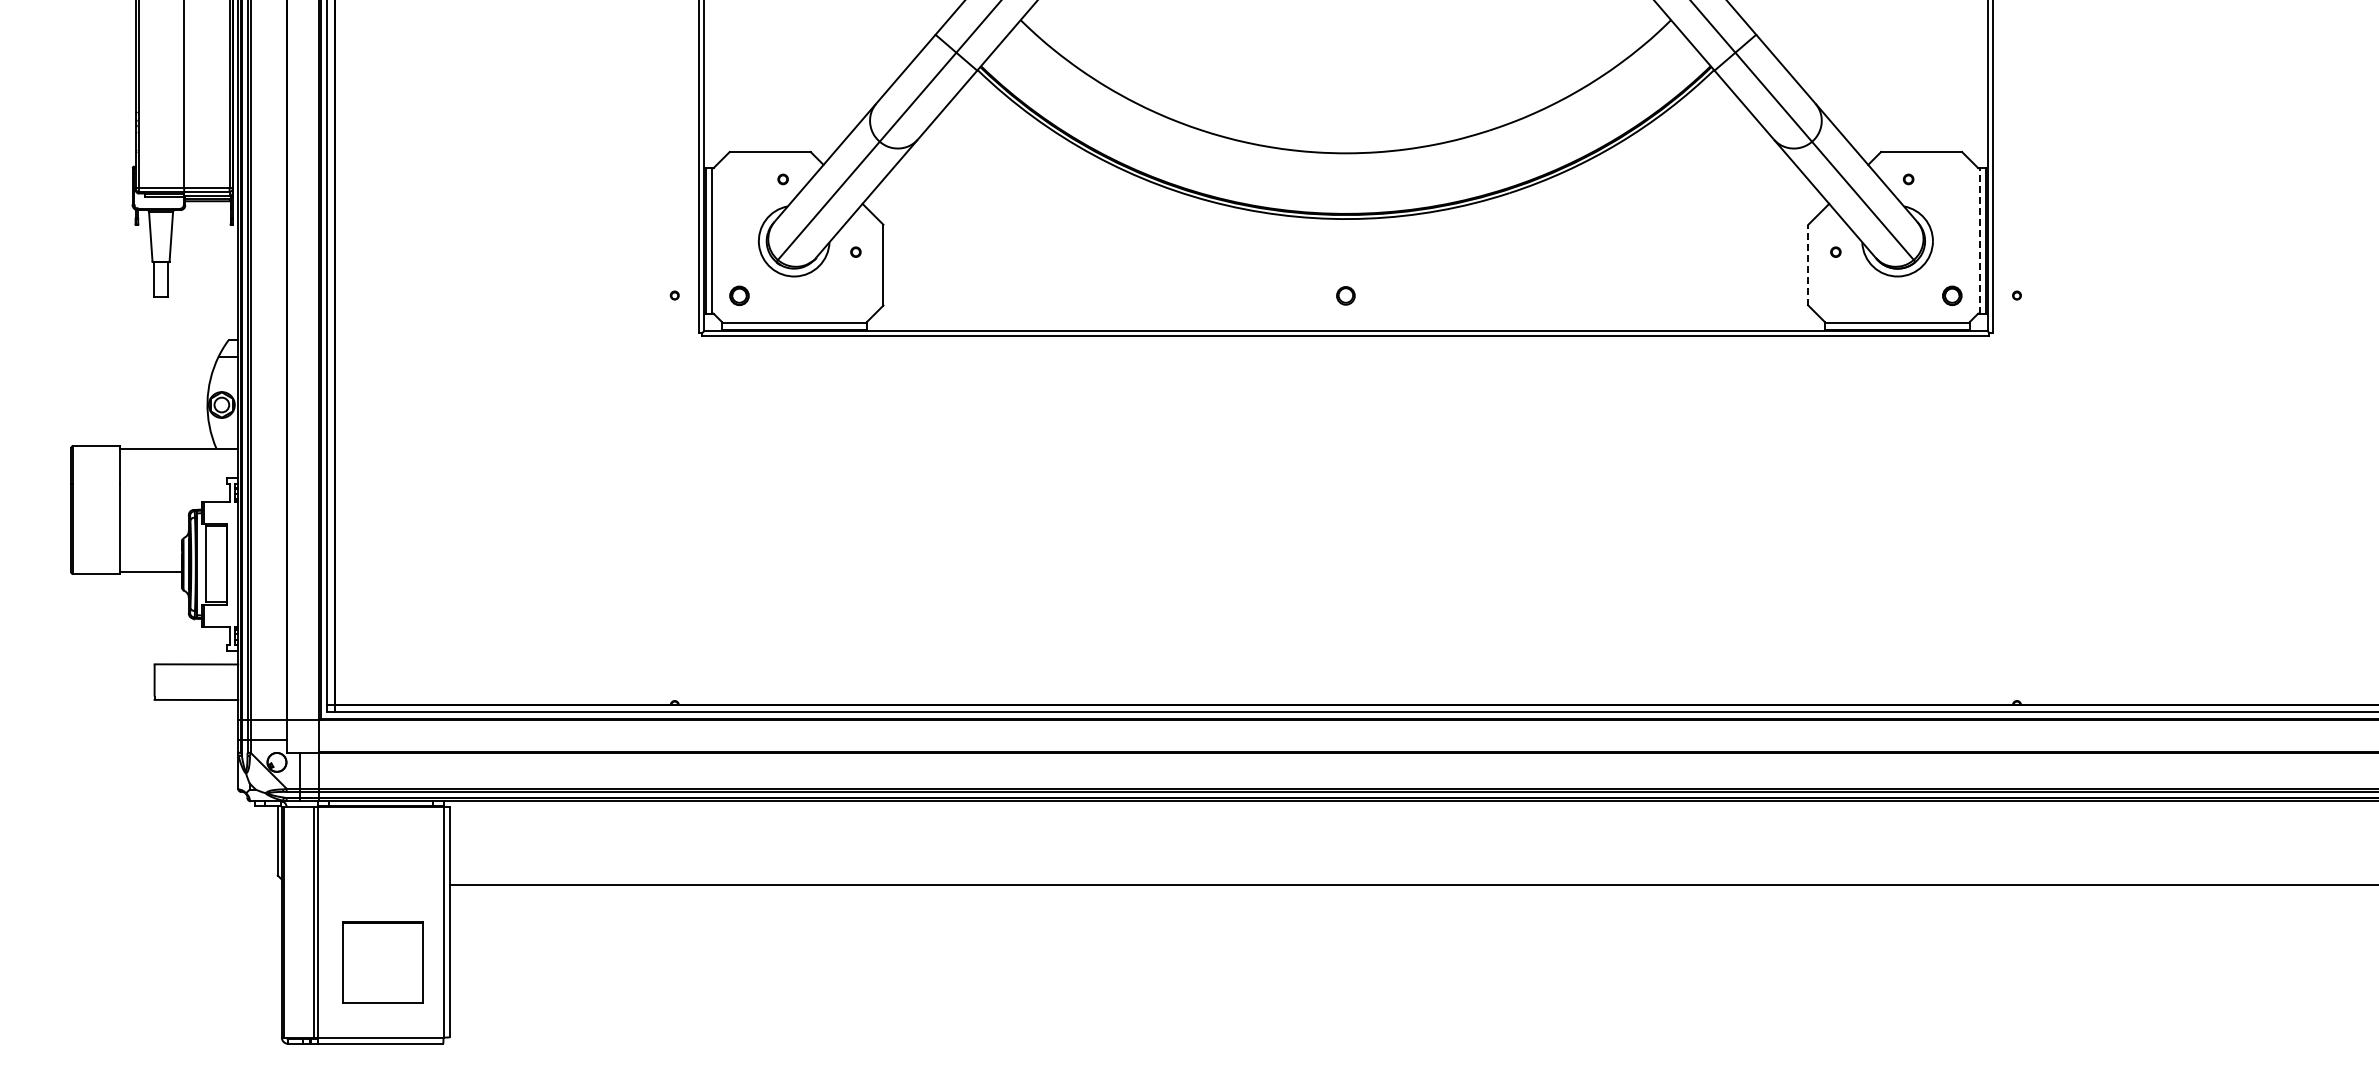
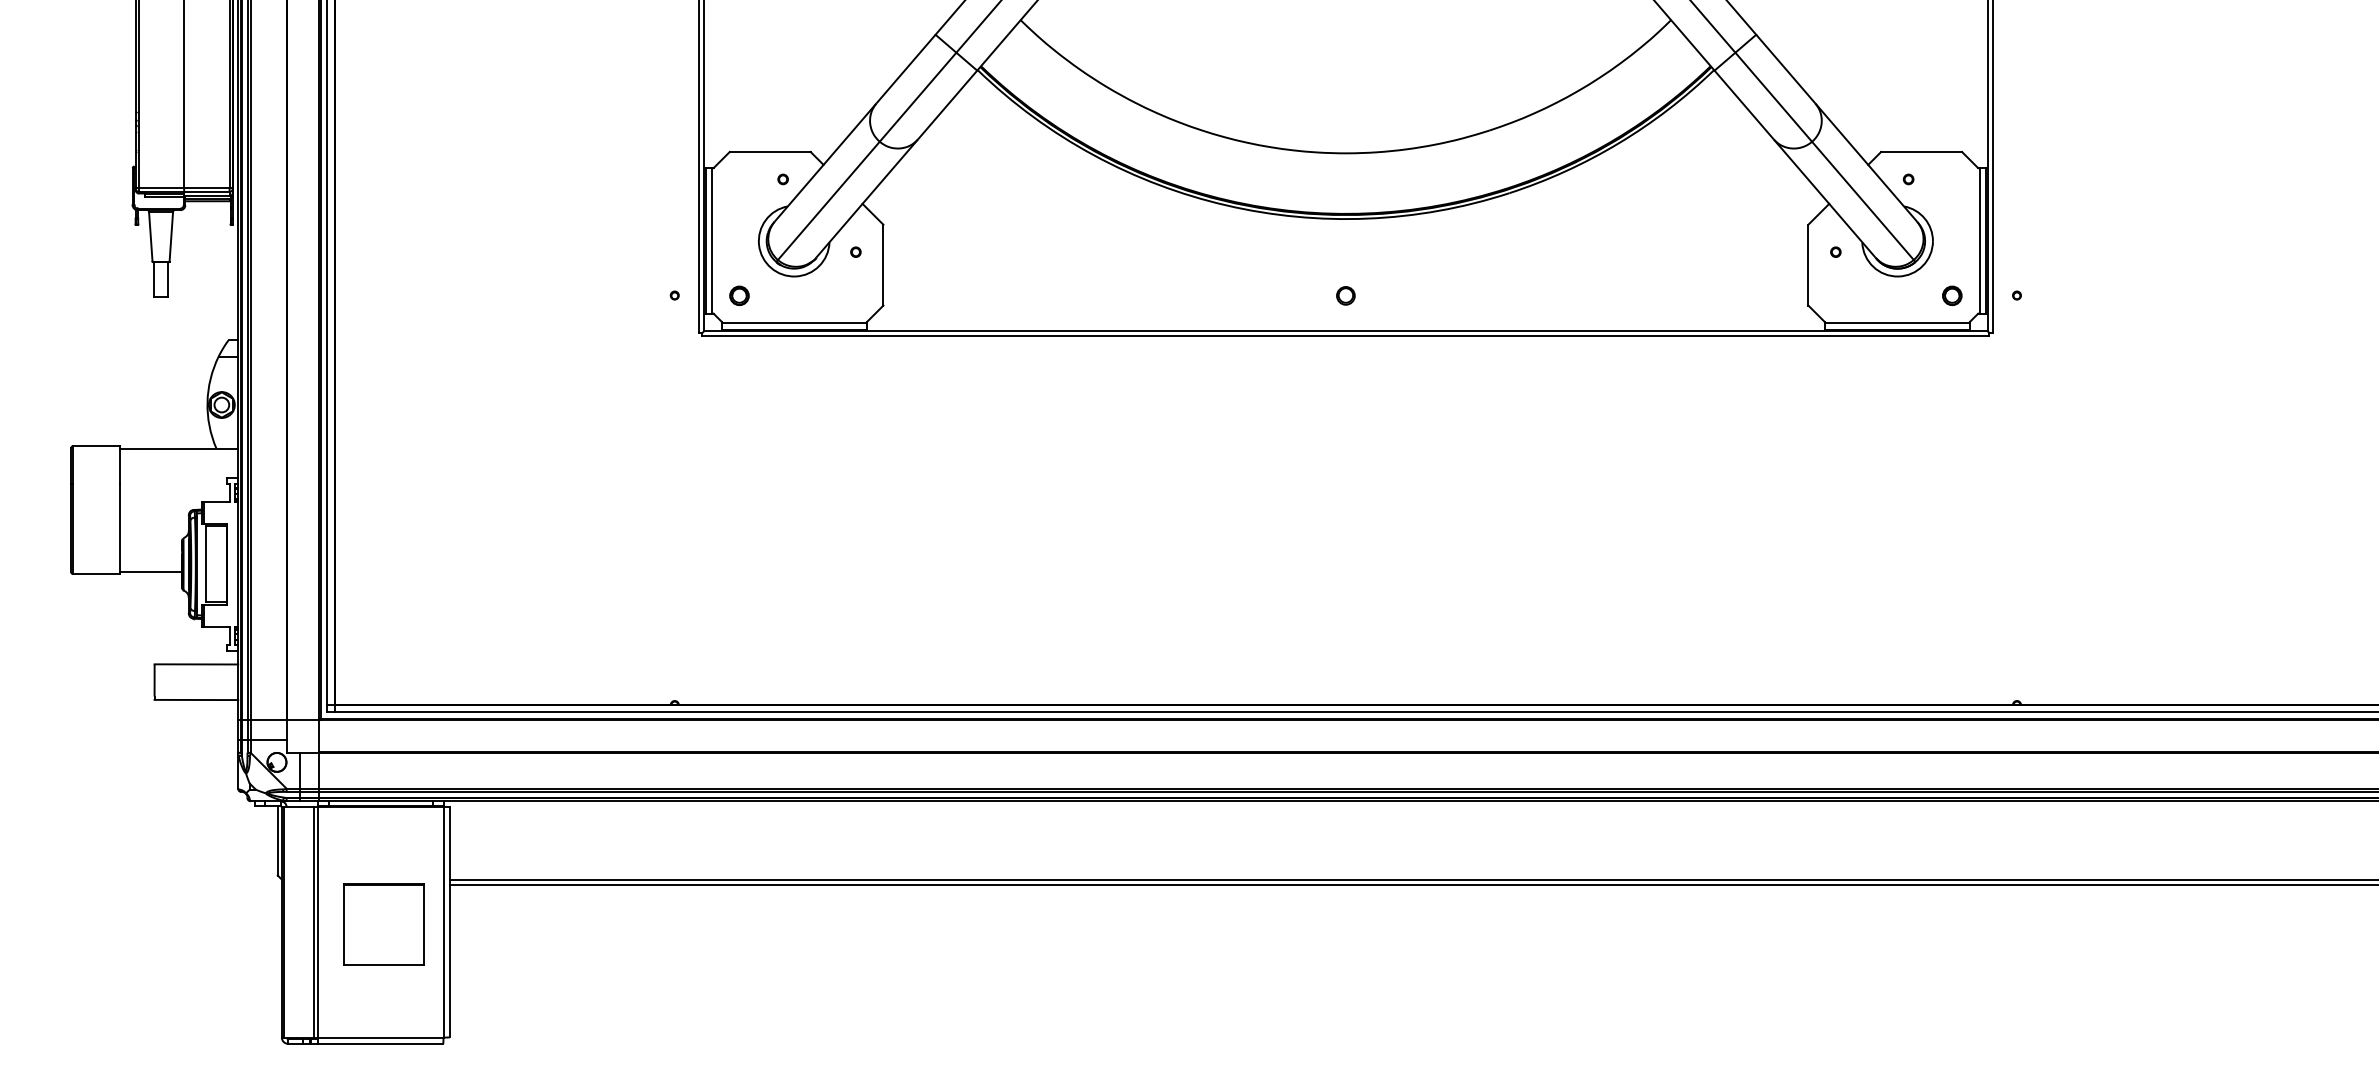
line at (1979, 240): dashed -> solid
line at (1808, 264): dashed -> solid
line at (1412, 880): none -> present
part at (382, 962) position: (382, 962) -> (383, 924)
